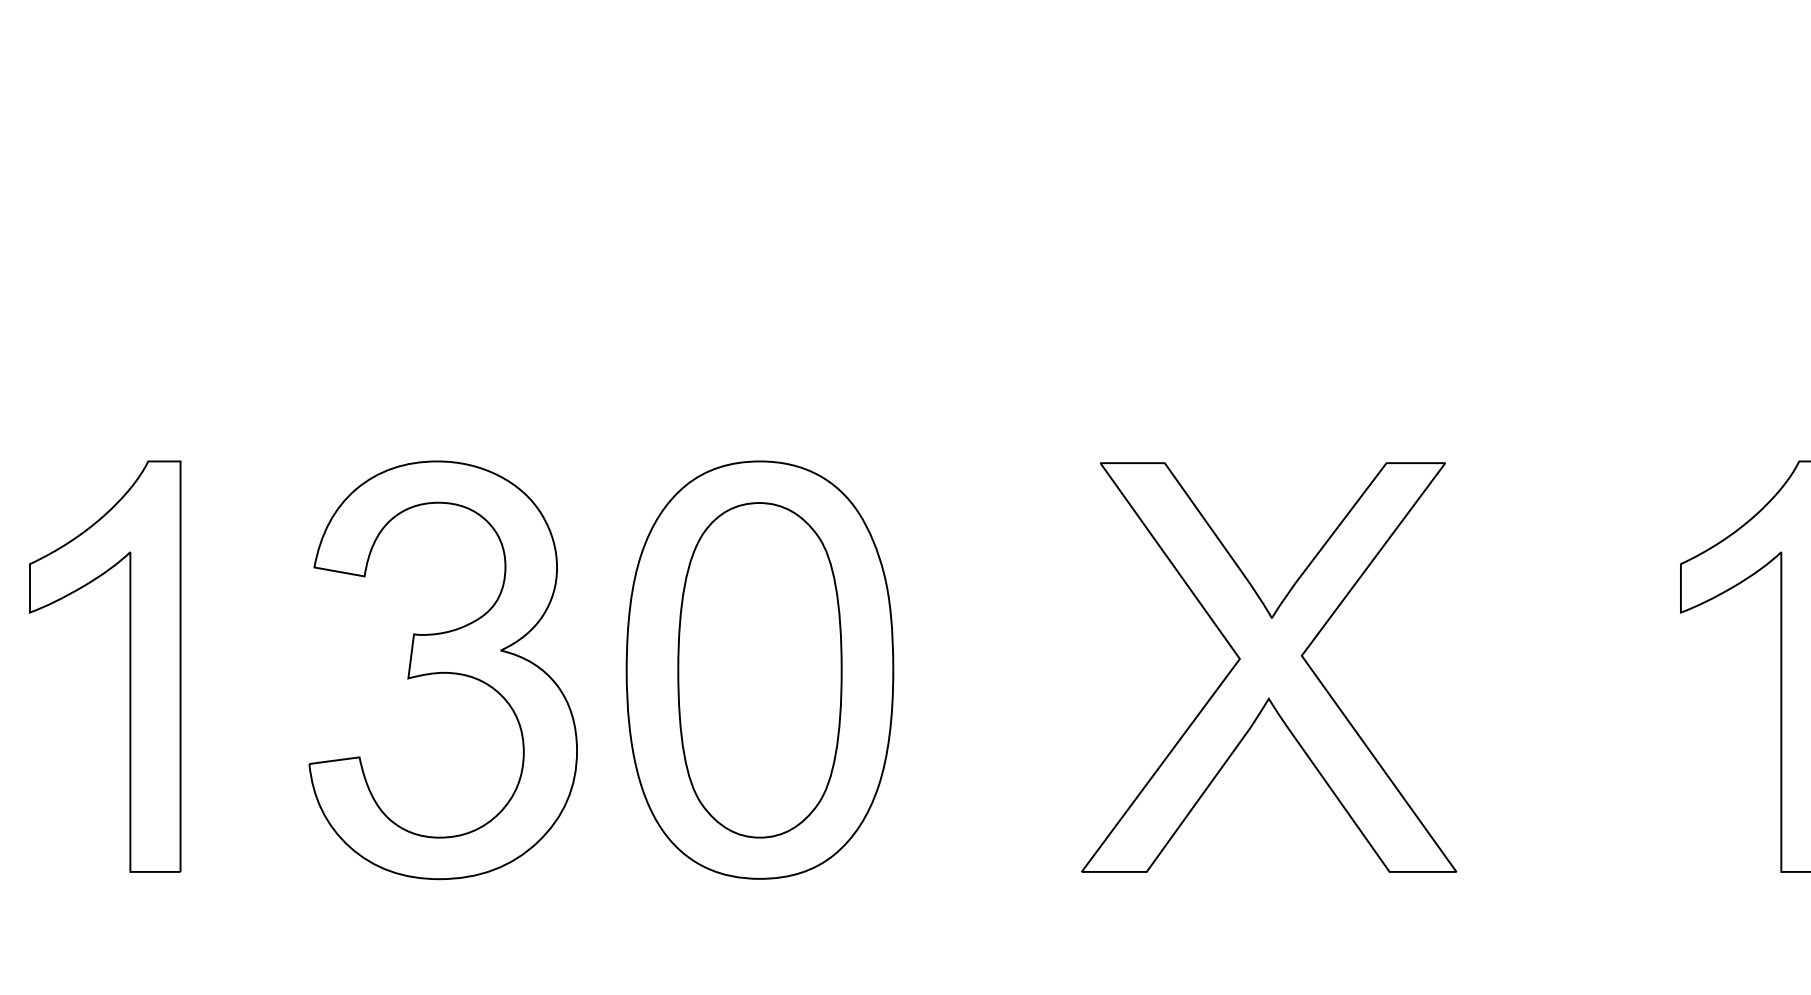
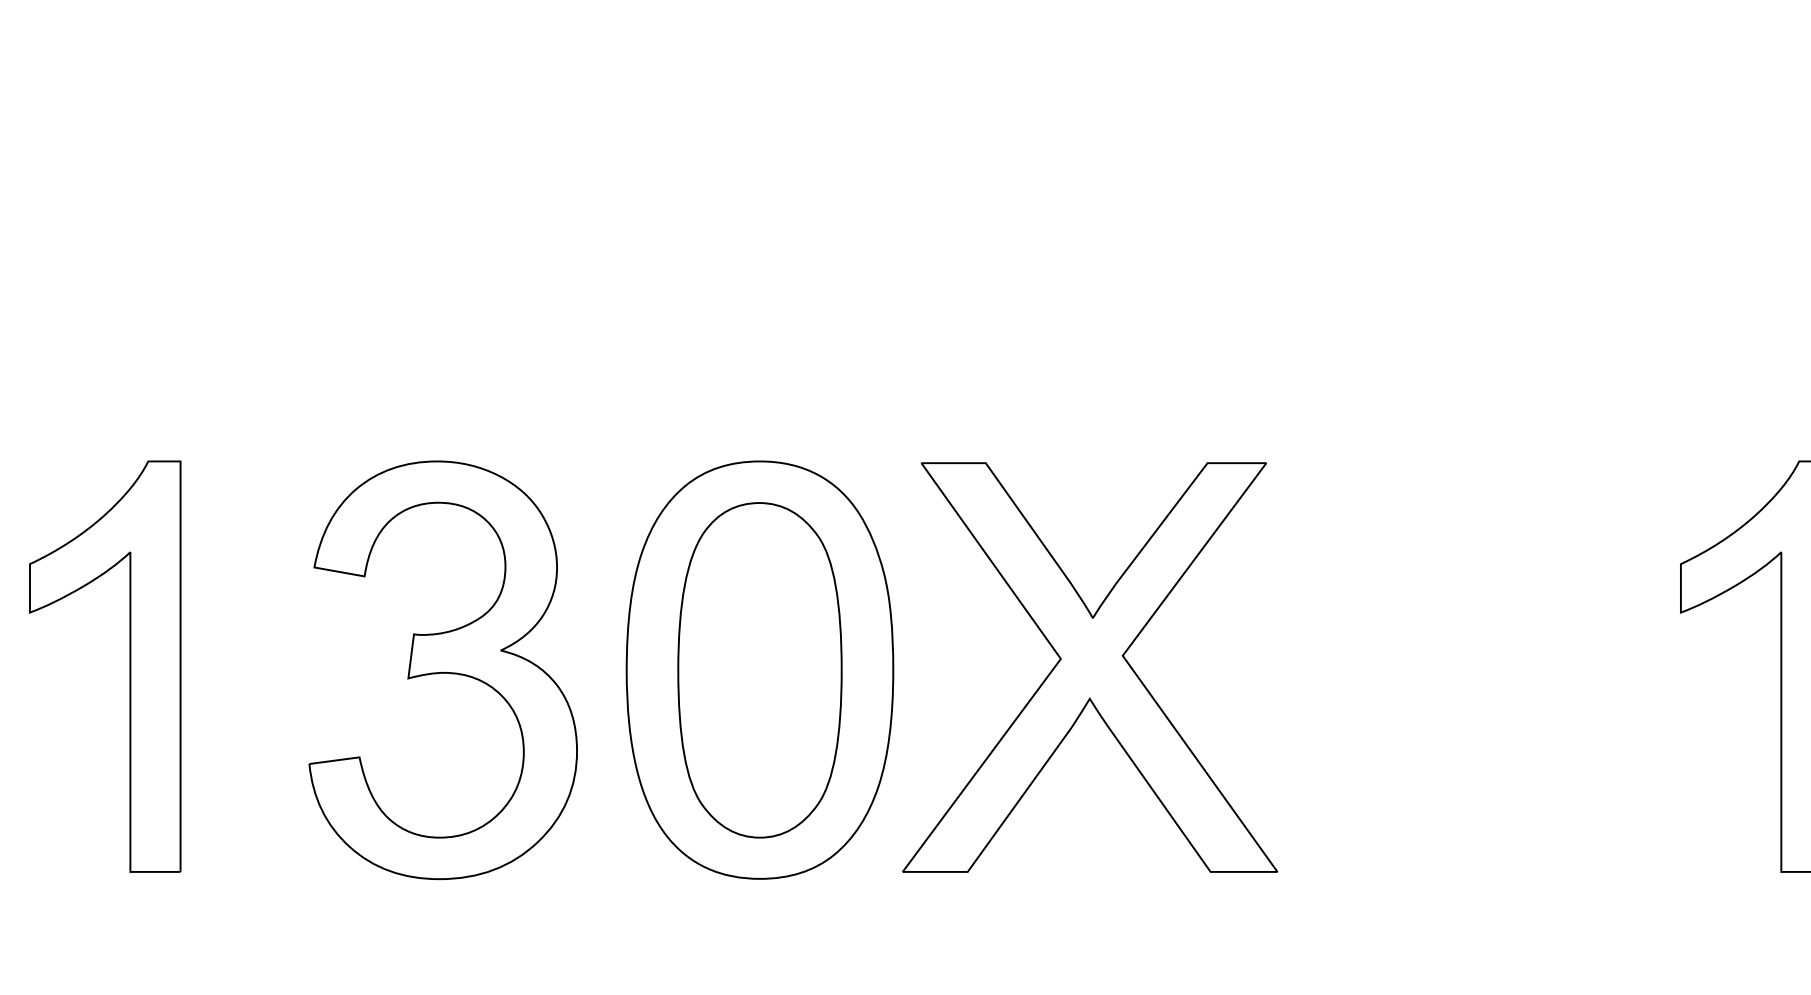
part at (1269, 667) position: (1269, 667) -> (1090, 667)
